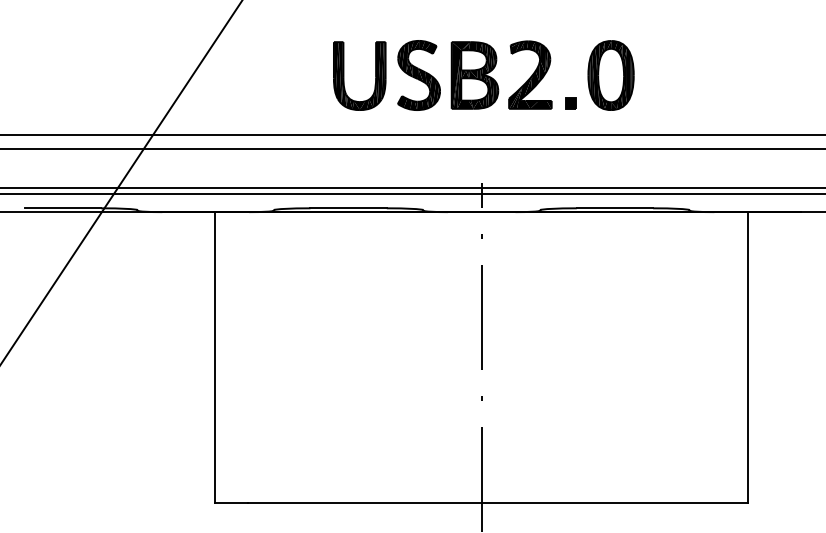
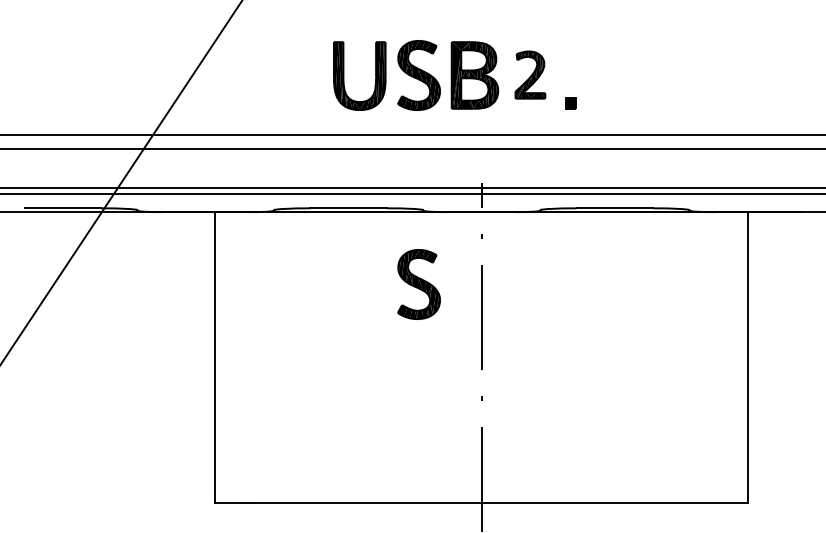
part at (530, 74) size: 45x70 px -> 33x50 px
part at (610, 75): present -> none
part at (418, 284): none -> present
